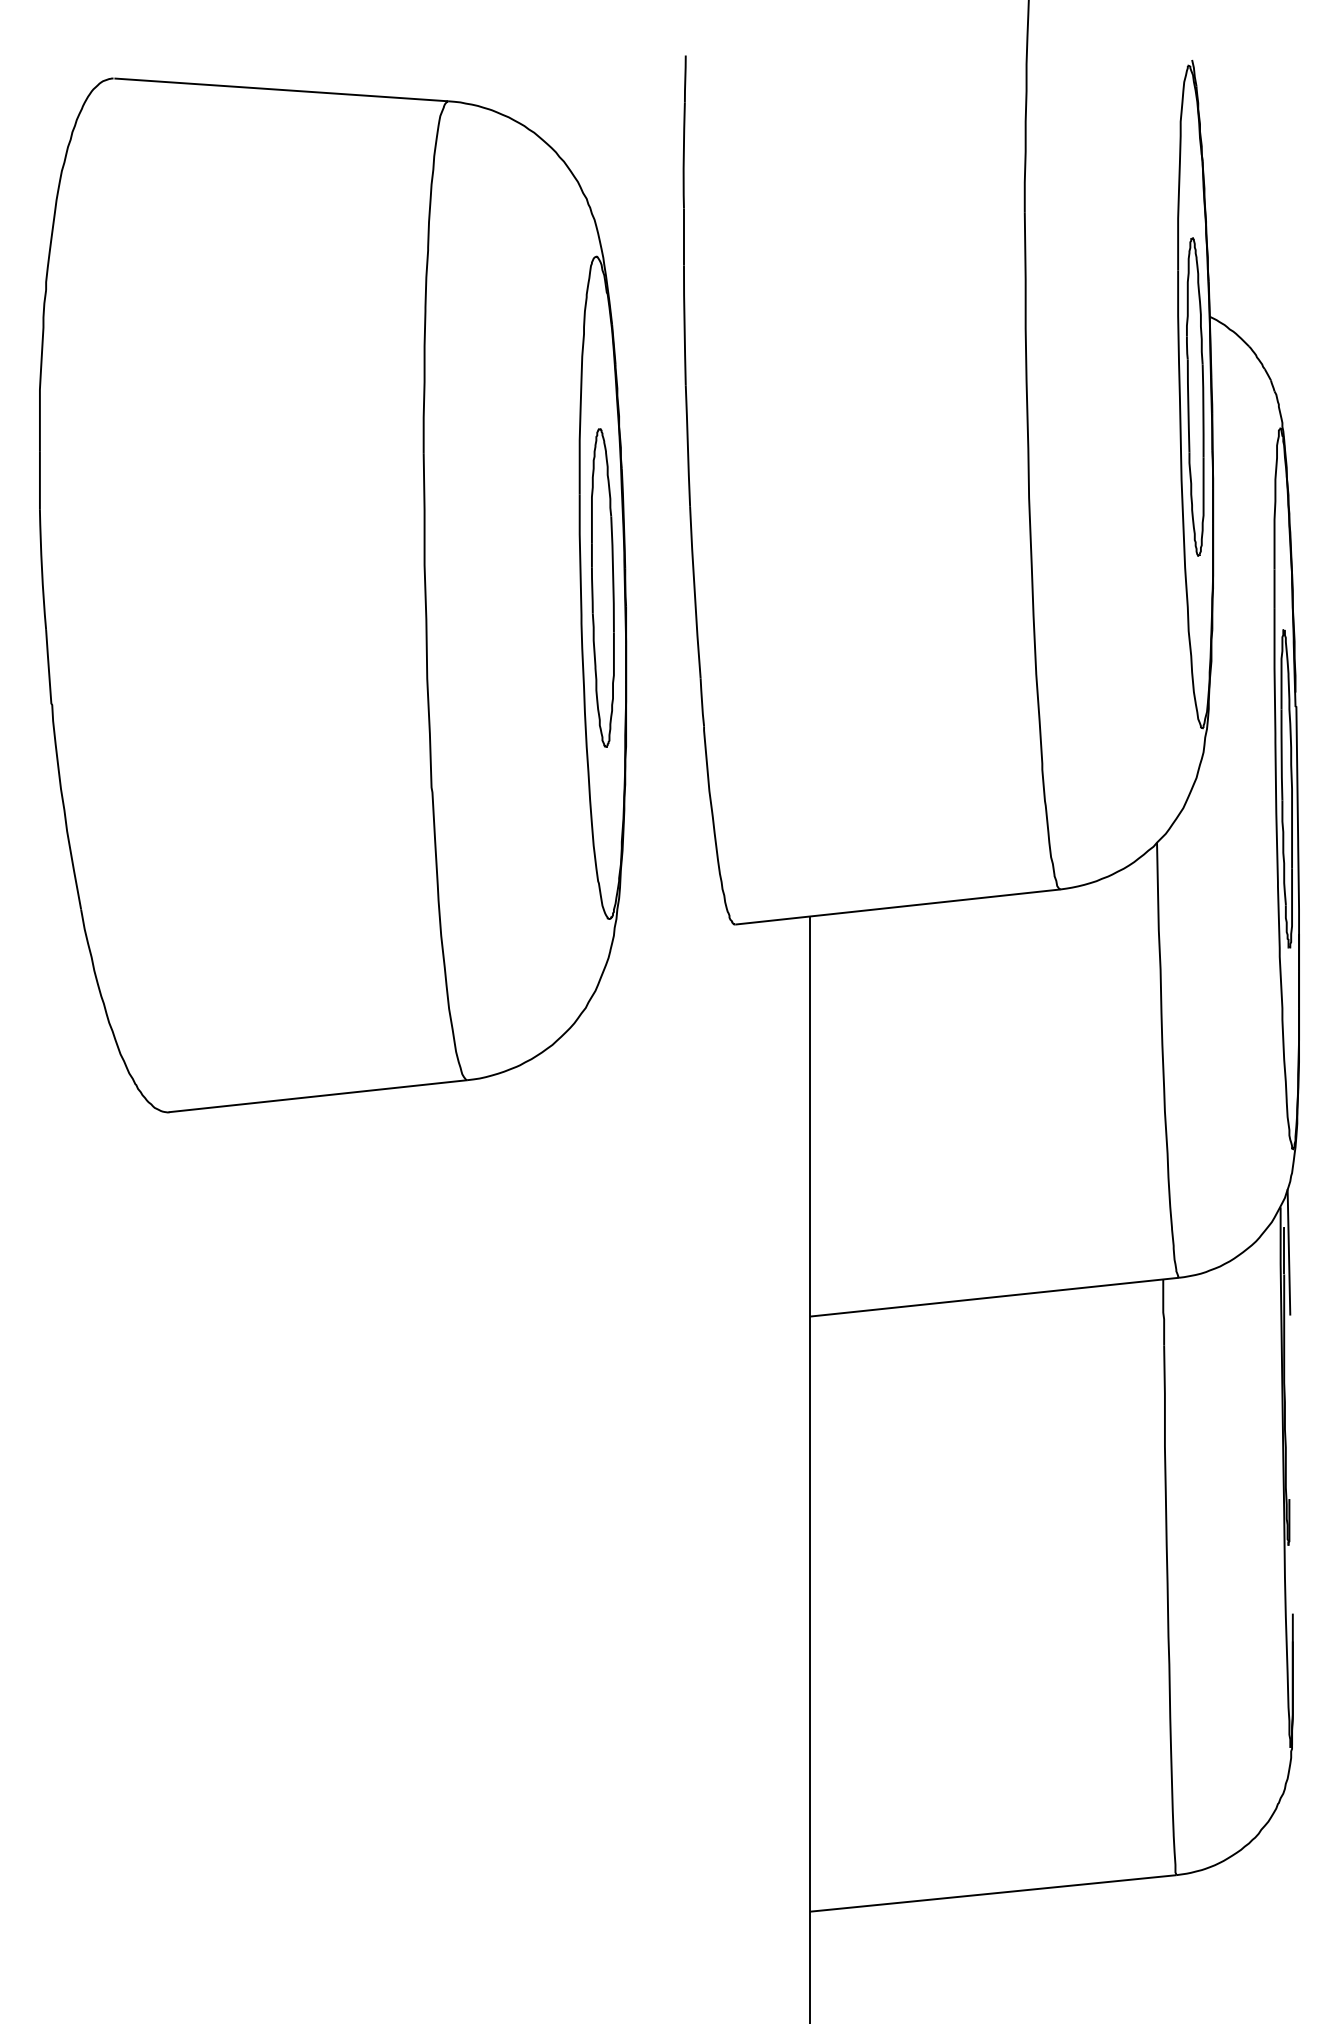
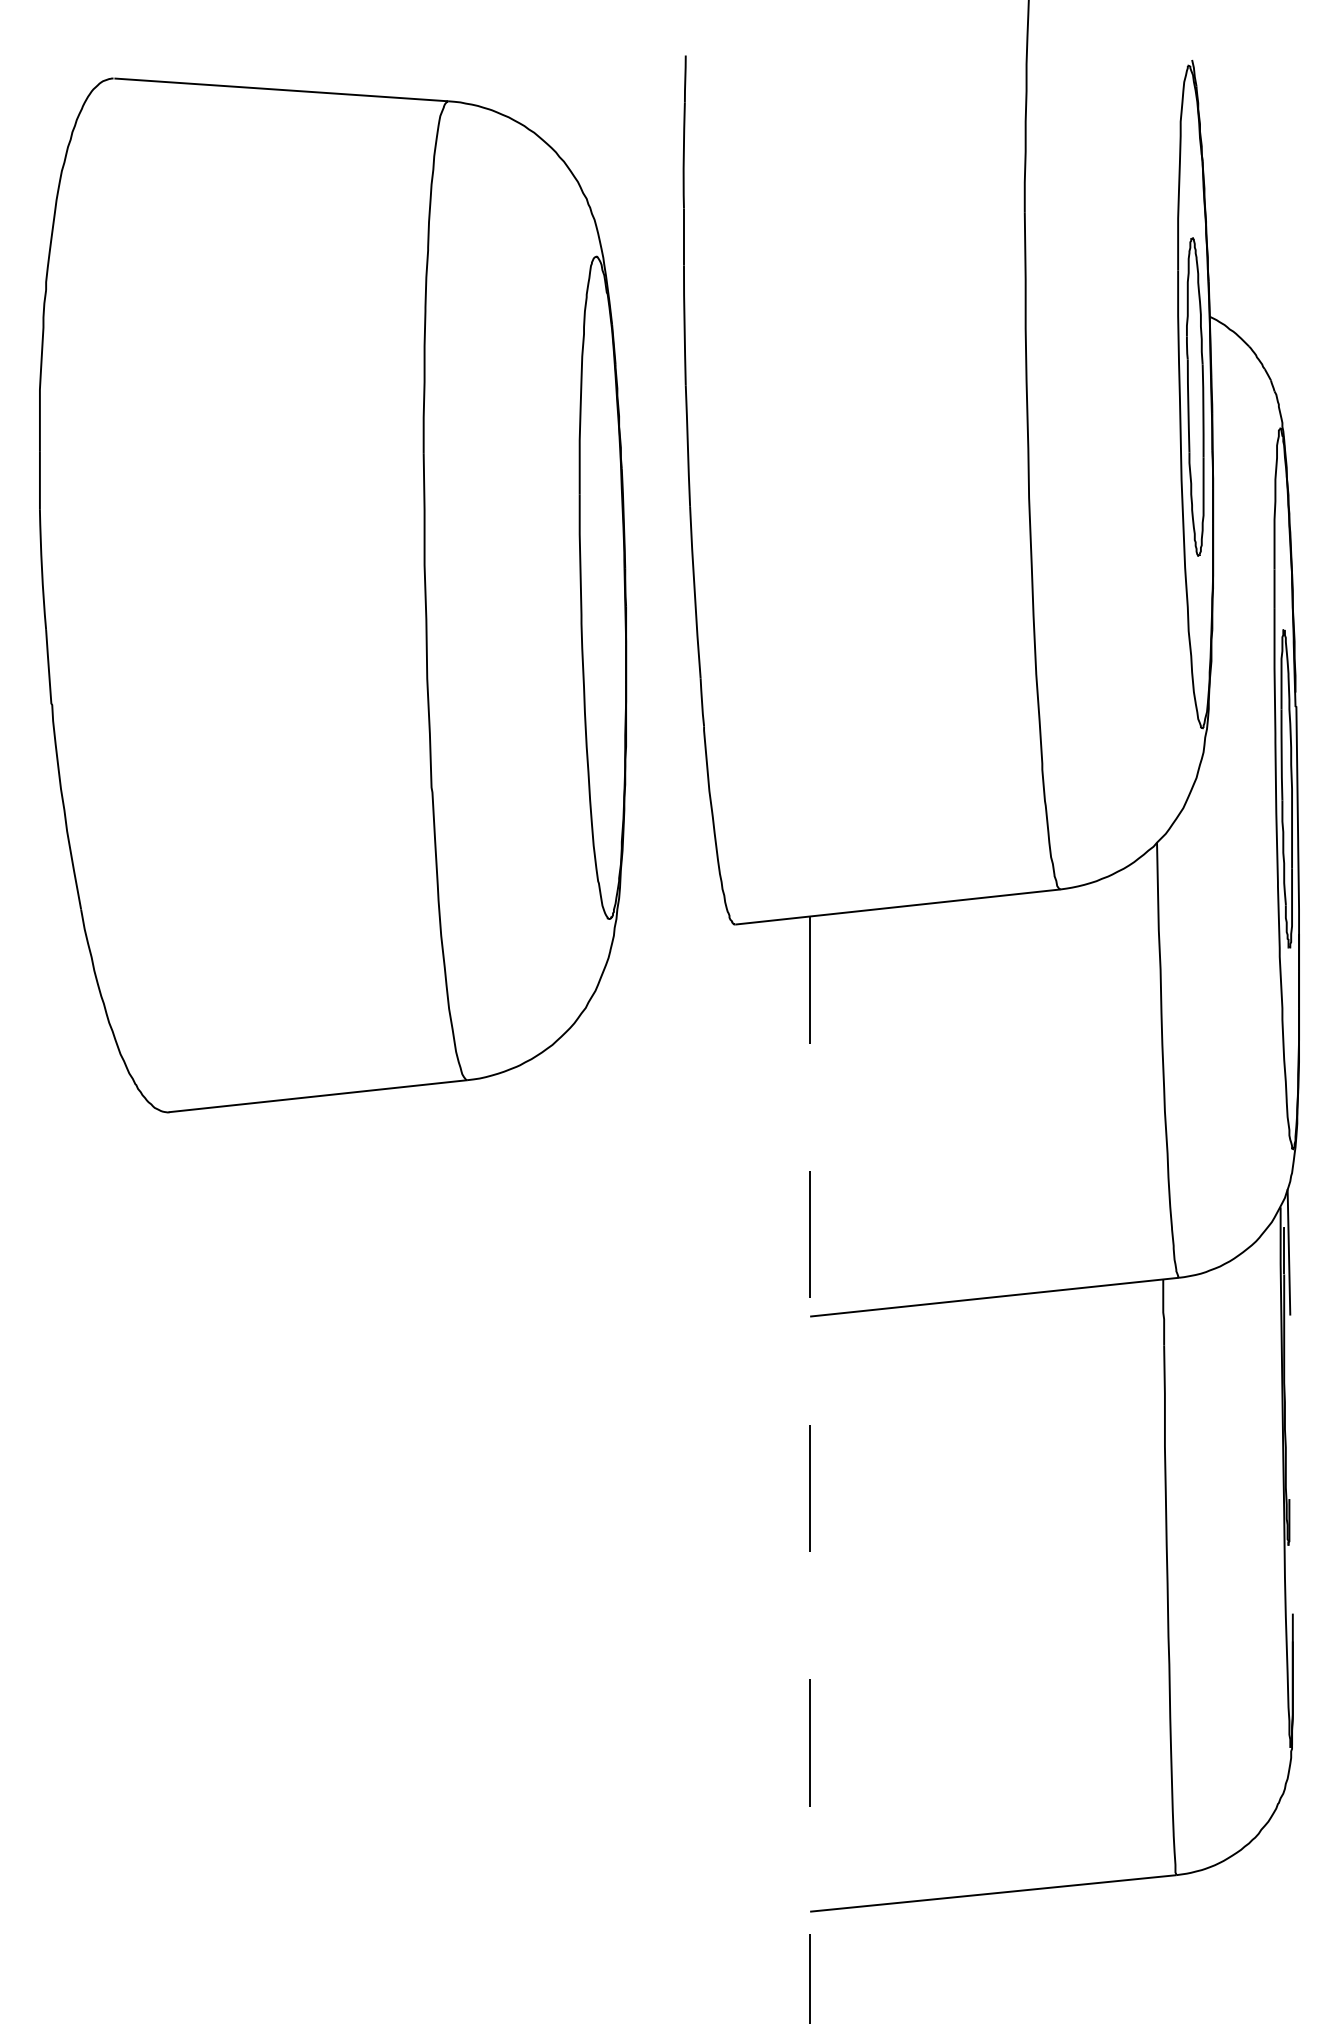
part at (602, 587): present -> none
line at (810, 1470): solid -> dashed
